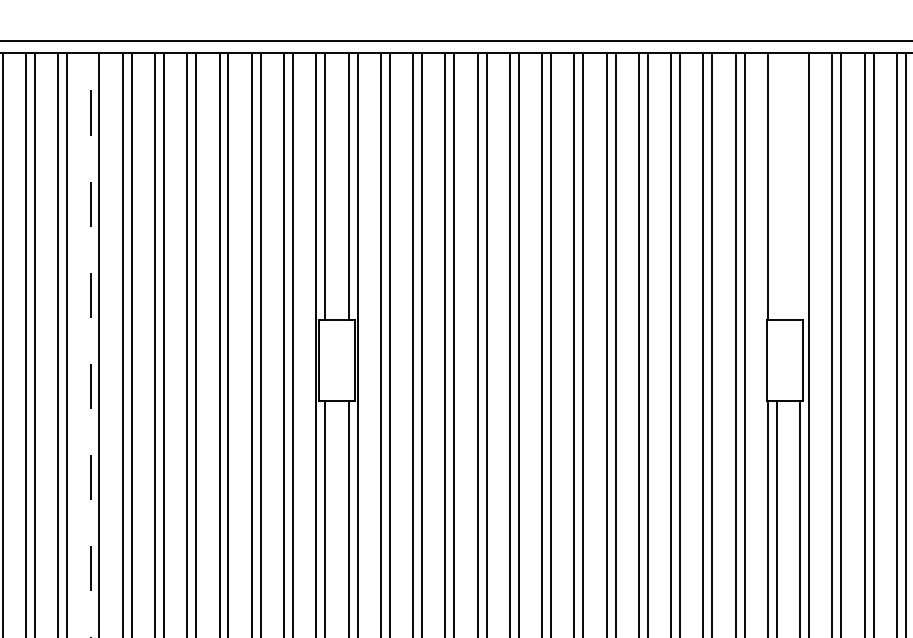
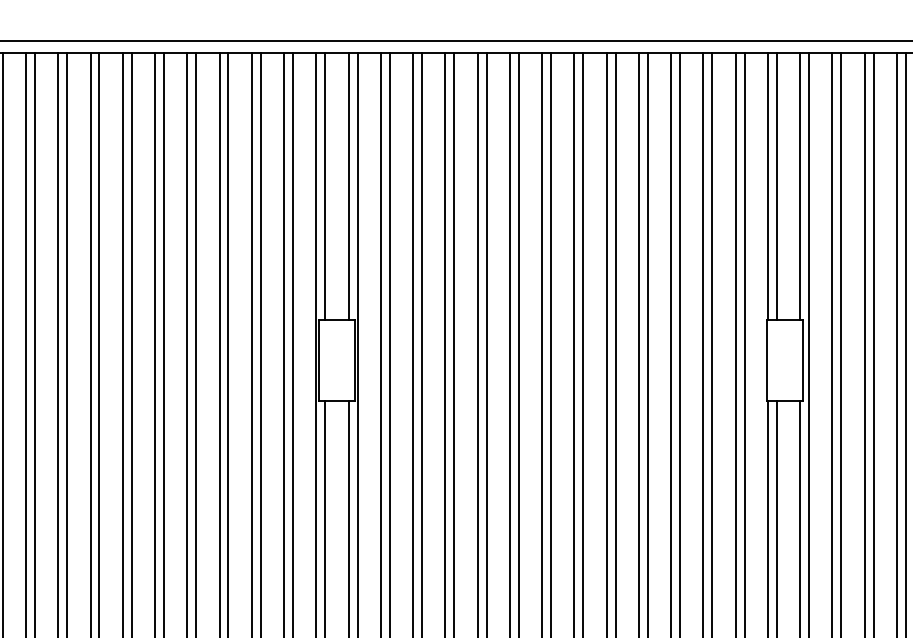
line at (776, 186): none -> present
line at (800, 186): none -> present
line at (90, 344): dashed -> solid
